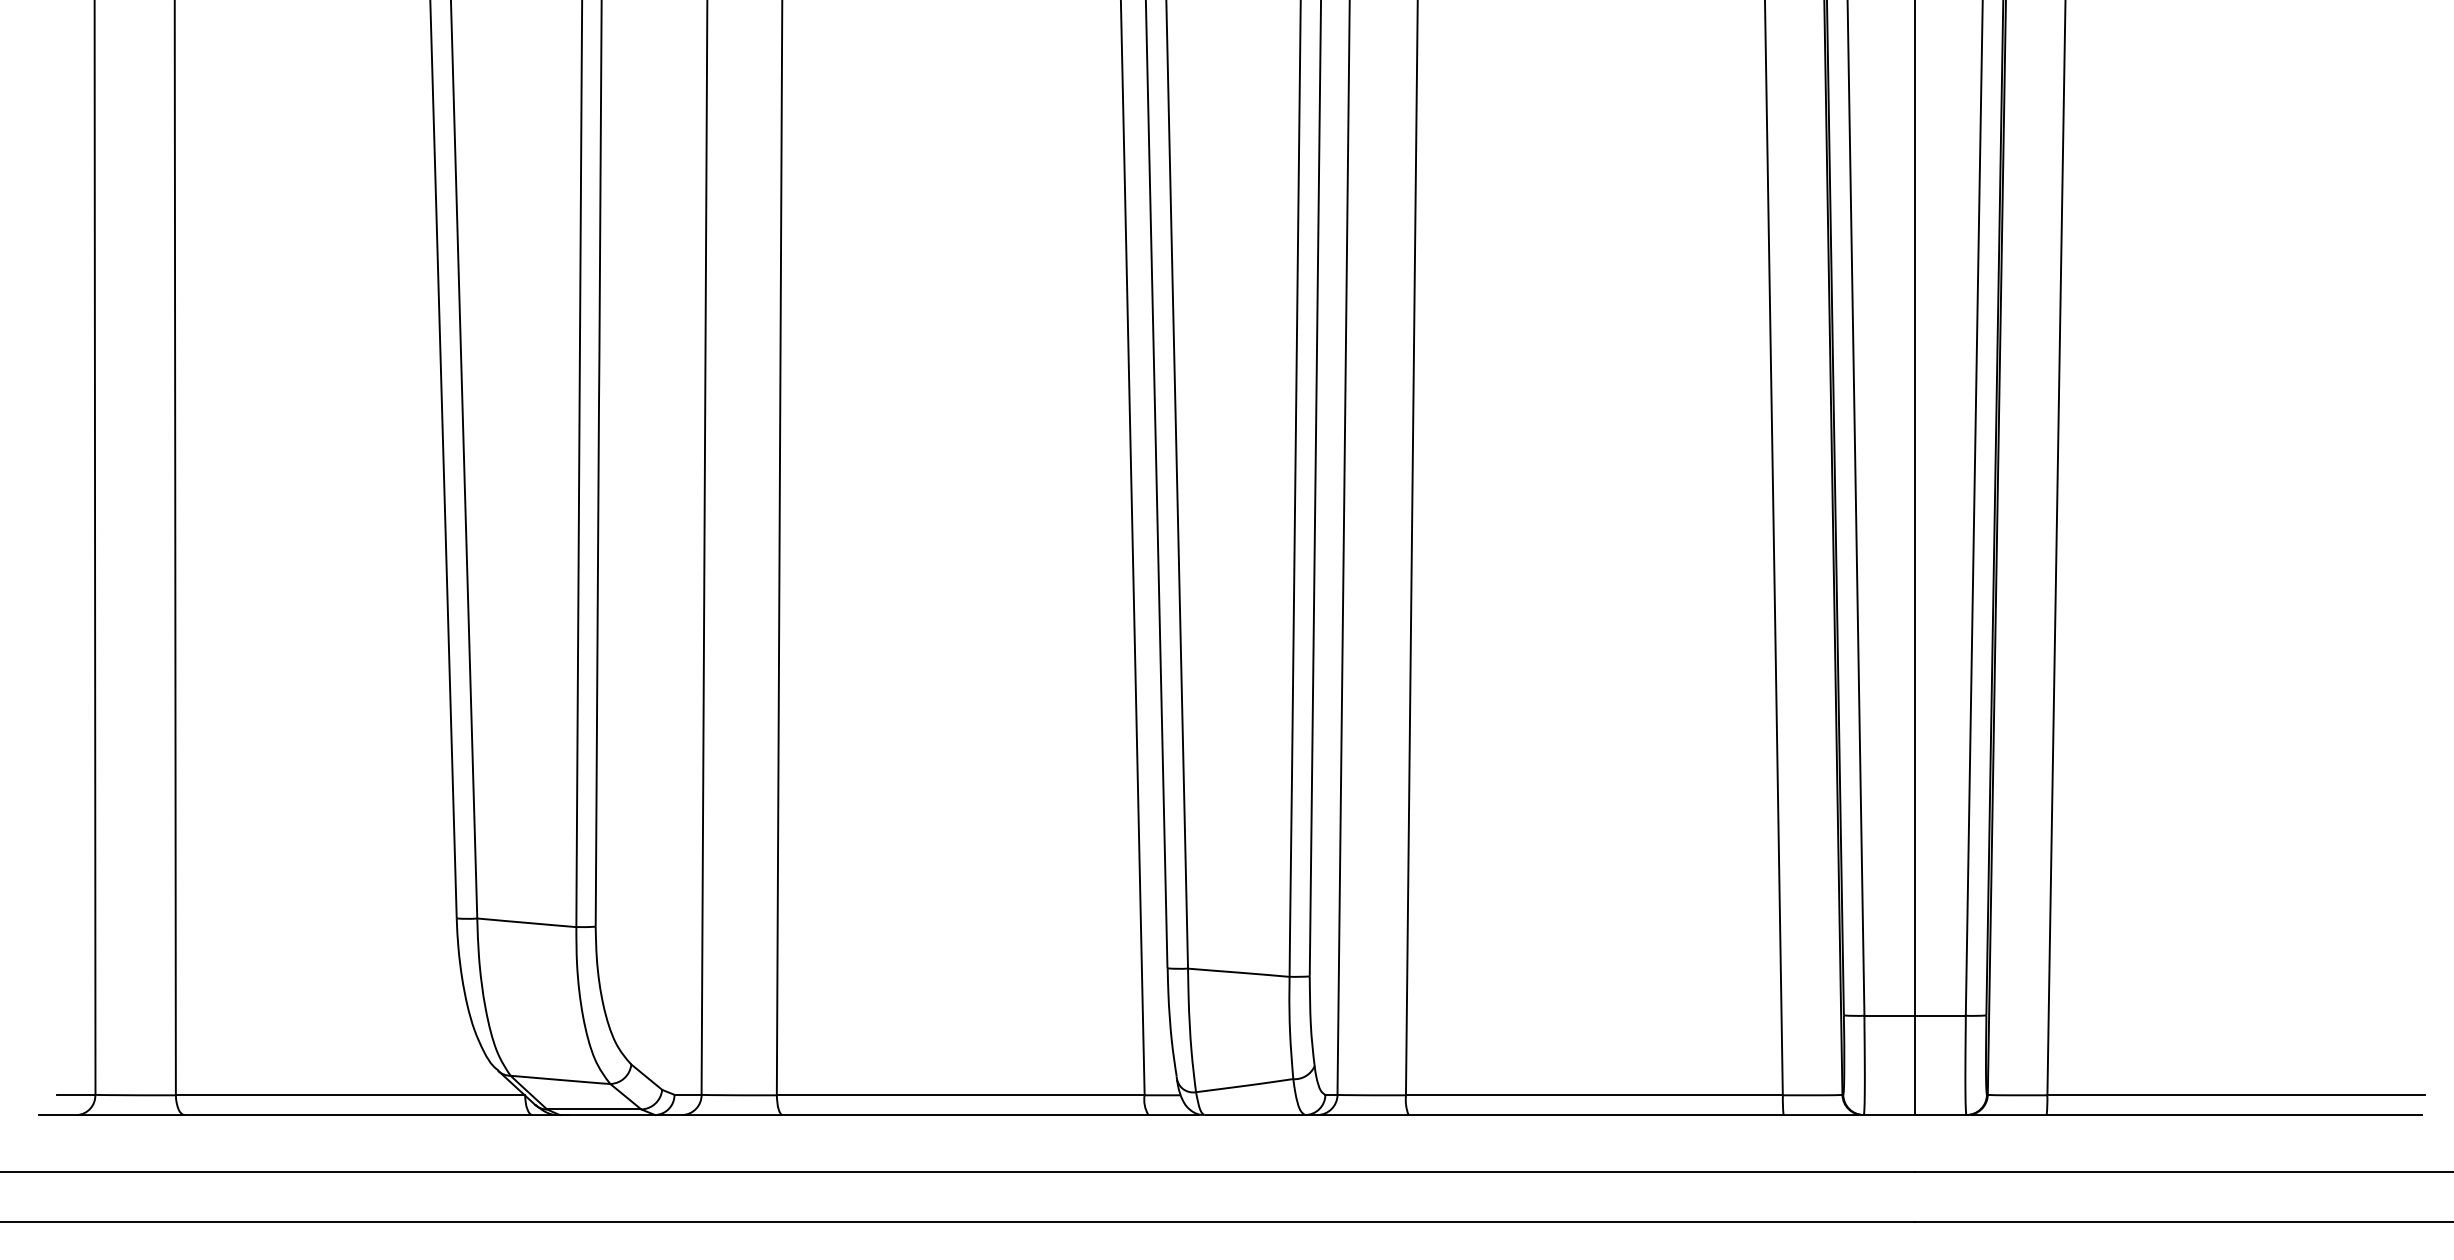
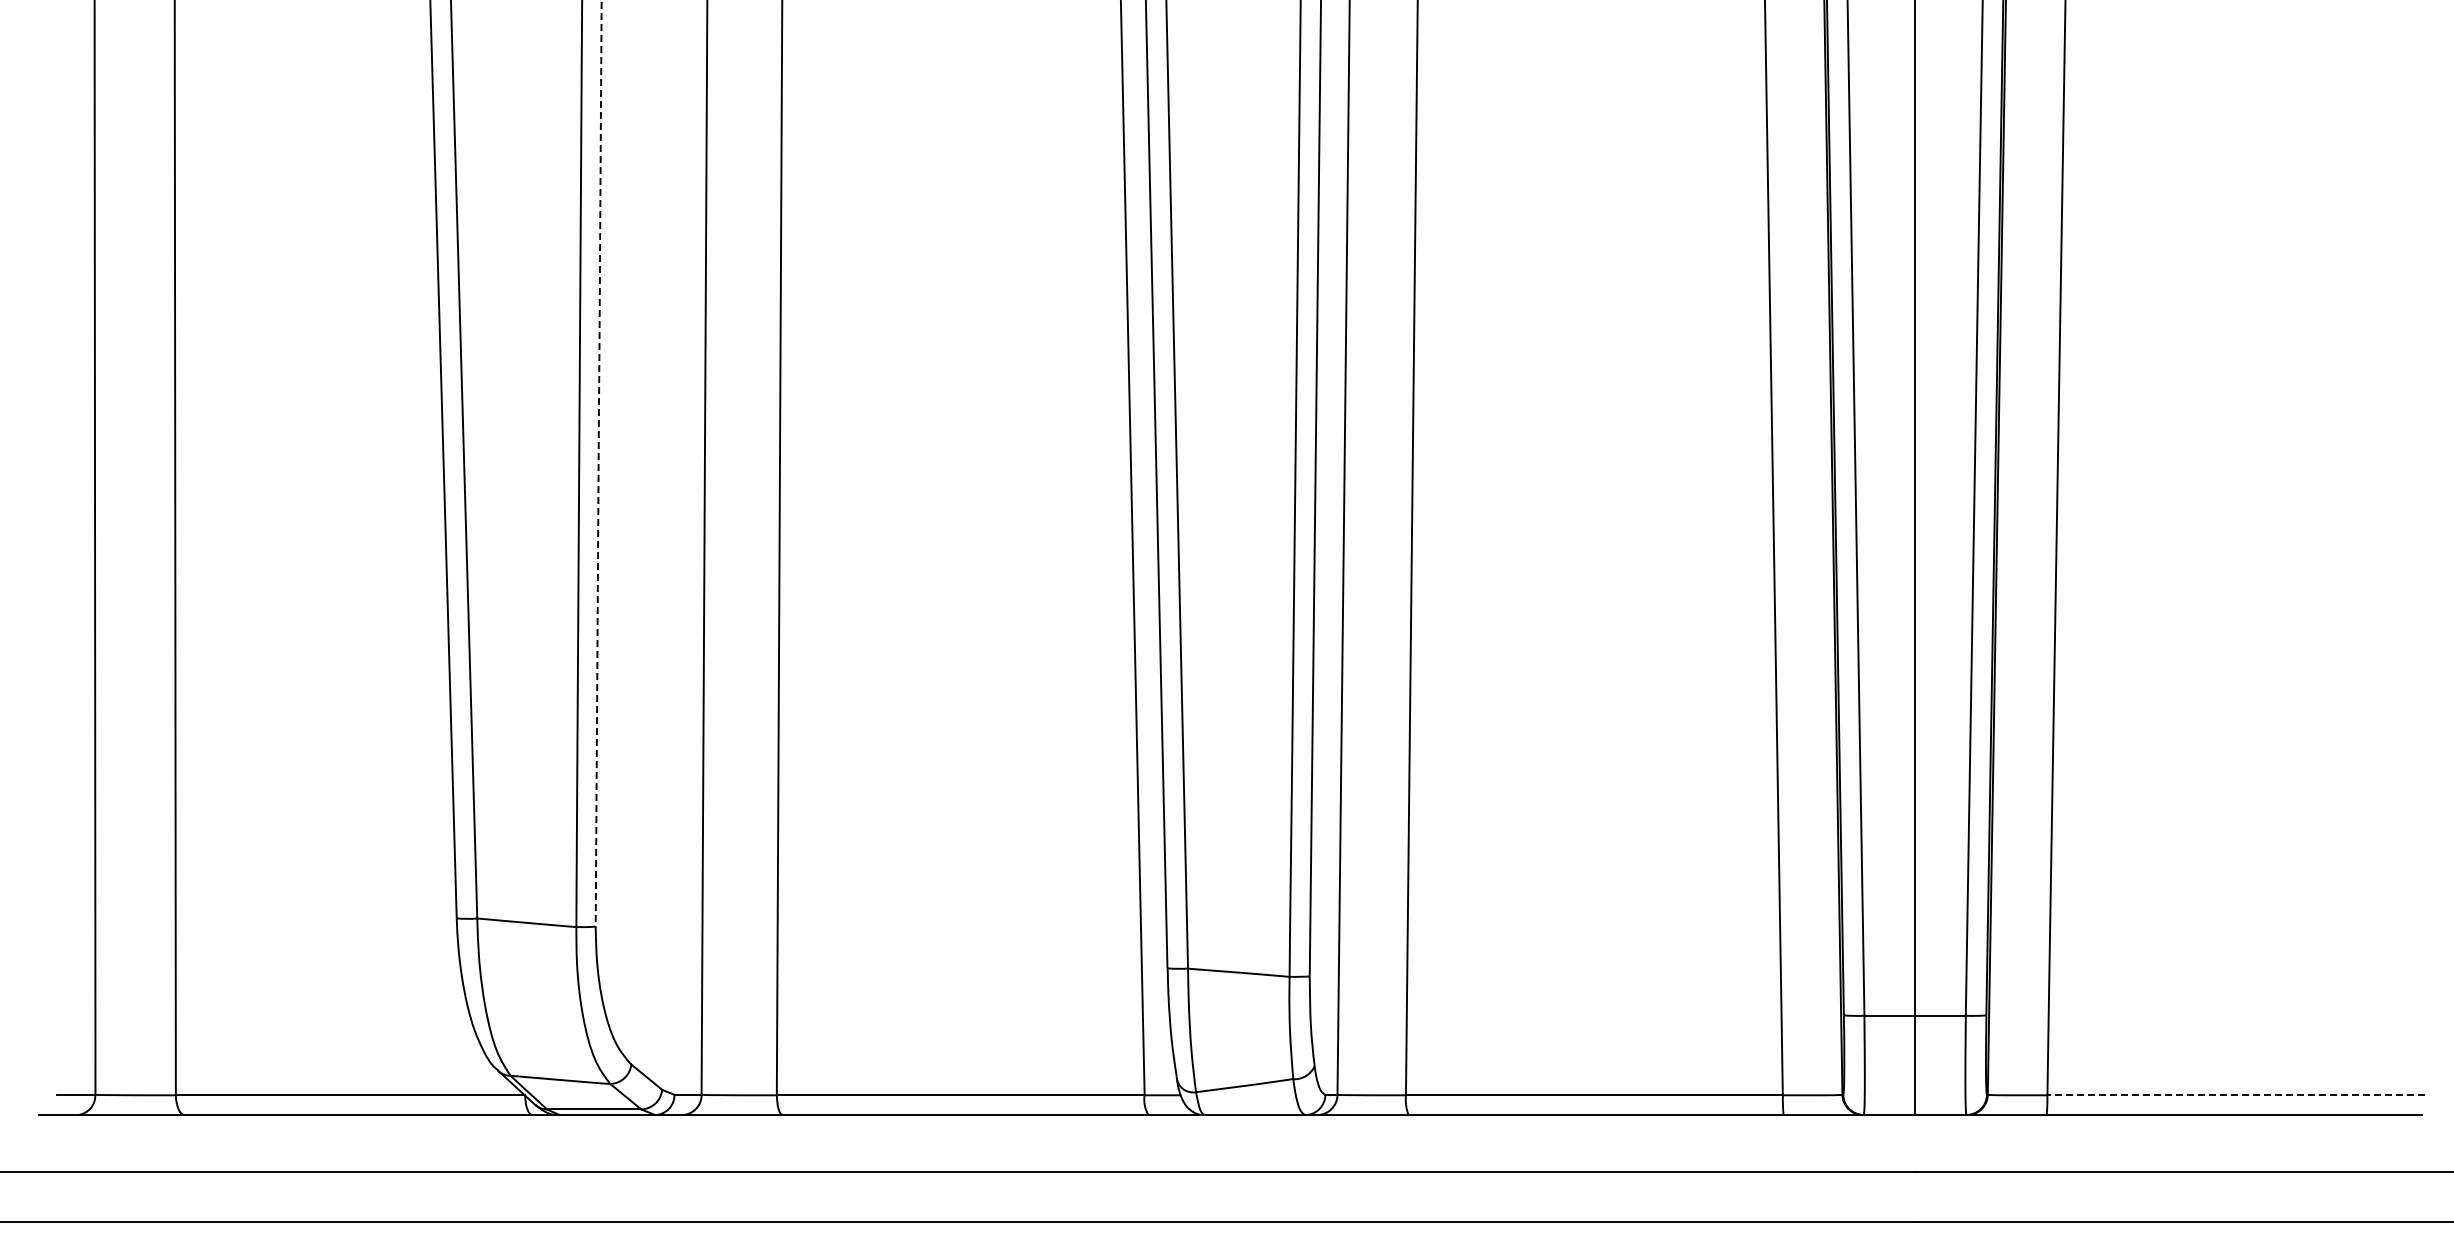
line at (598, 462): solid -> dashed
line at (2235, 1095): solid -> dashed
